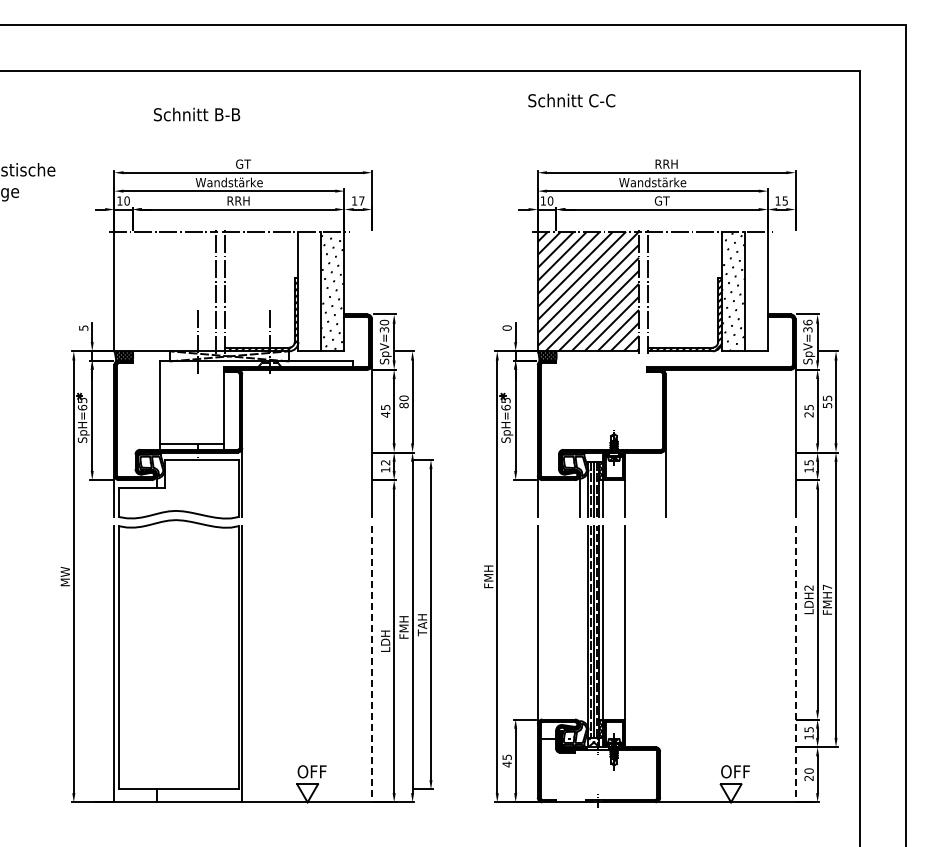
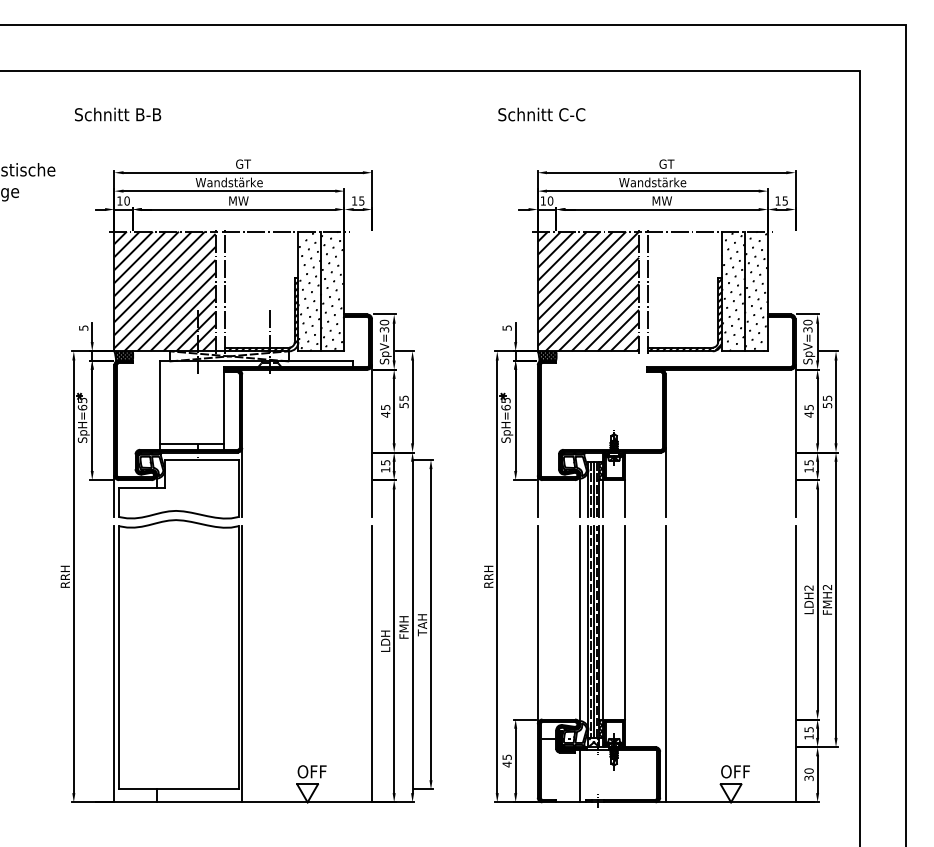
text at (571, 100) position: (571, 100) -> (541, 114)
text at (197, 114) position: (197, 114) -> (118, 114)
text at (666, 163): RRH -> GT
text at (238, 200): RRH -> MW
text at (361, 200): 17 -> 15
text at (661, 200): GT -> MW
hatch at (164, 291): none -> present
hatch at (309, 291): none -> present
hatch at (755, 291): none -> present
text at (807, 322): SpV=36 -> SpV=30
text at (506, 327): 0 -> 5
text at (403, 401): 80 -> 55
text at (808, 414): 25 -> 45
text at (385, 462): 12 -> 15
text at (64, 576): MW -> RRH
text at (488, 576): FMH -> RRH
text at (827, 587): FMH7 -> FMH2
line at (580, 625): none -> present
line at (372, 664): dashed -> solid
line at (665, 664): none -> present
line at (795, 664): dashed -> solid
line at (580, 775): none -> present
text at (809, 777): 20 -> 30
